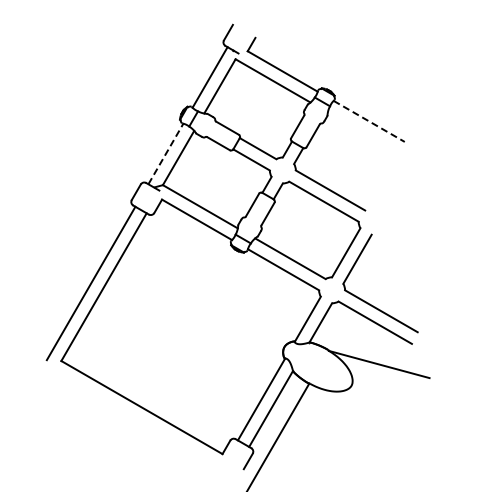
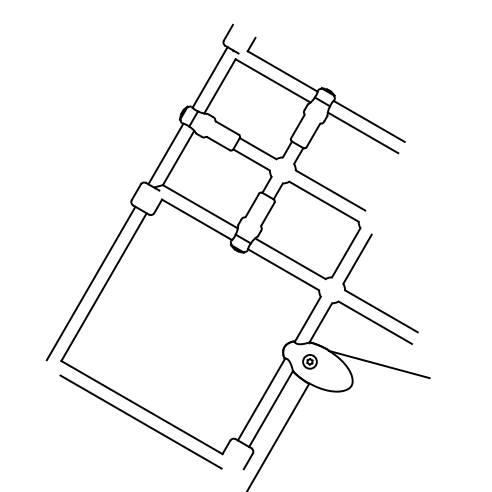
line at (369, 121): dashed -> solid
line at (362, 132): none -> present
line at (165, 153): dashed -> solid
part at (309, 361): none -> present
line at (140, 421): none -> present
